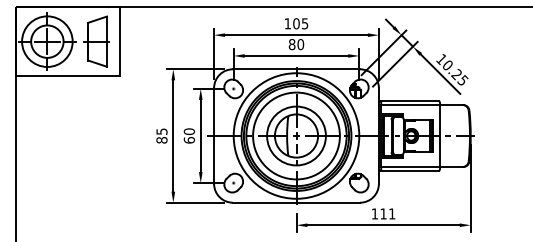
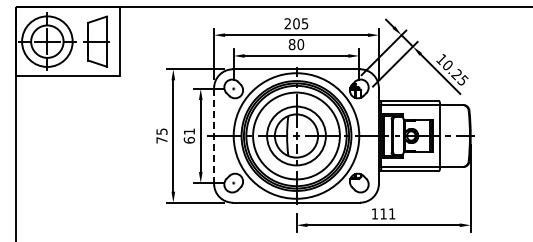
text at (287, 23): 105 -> 205
text at (188, 131): 60 -> 61
line at (214, 136): solid -> dashed
text at (161, 140): 85 -> 75
